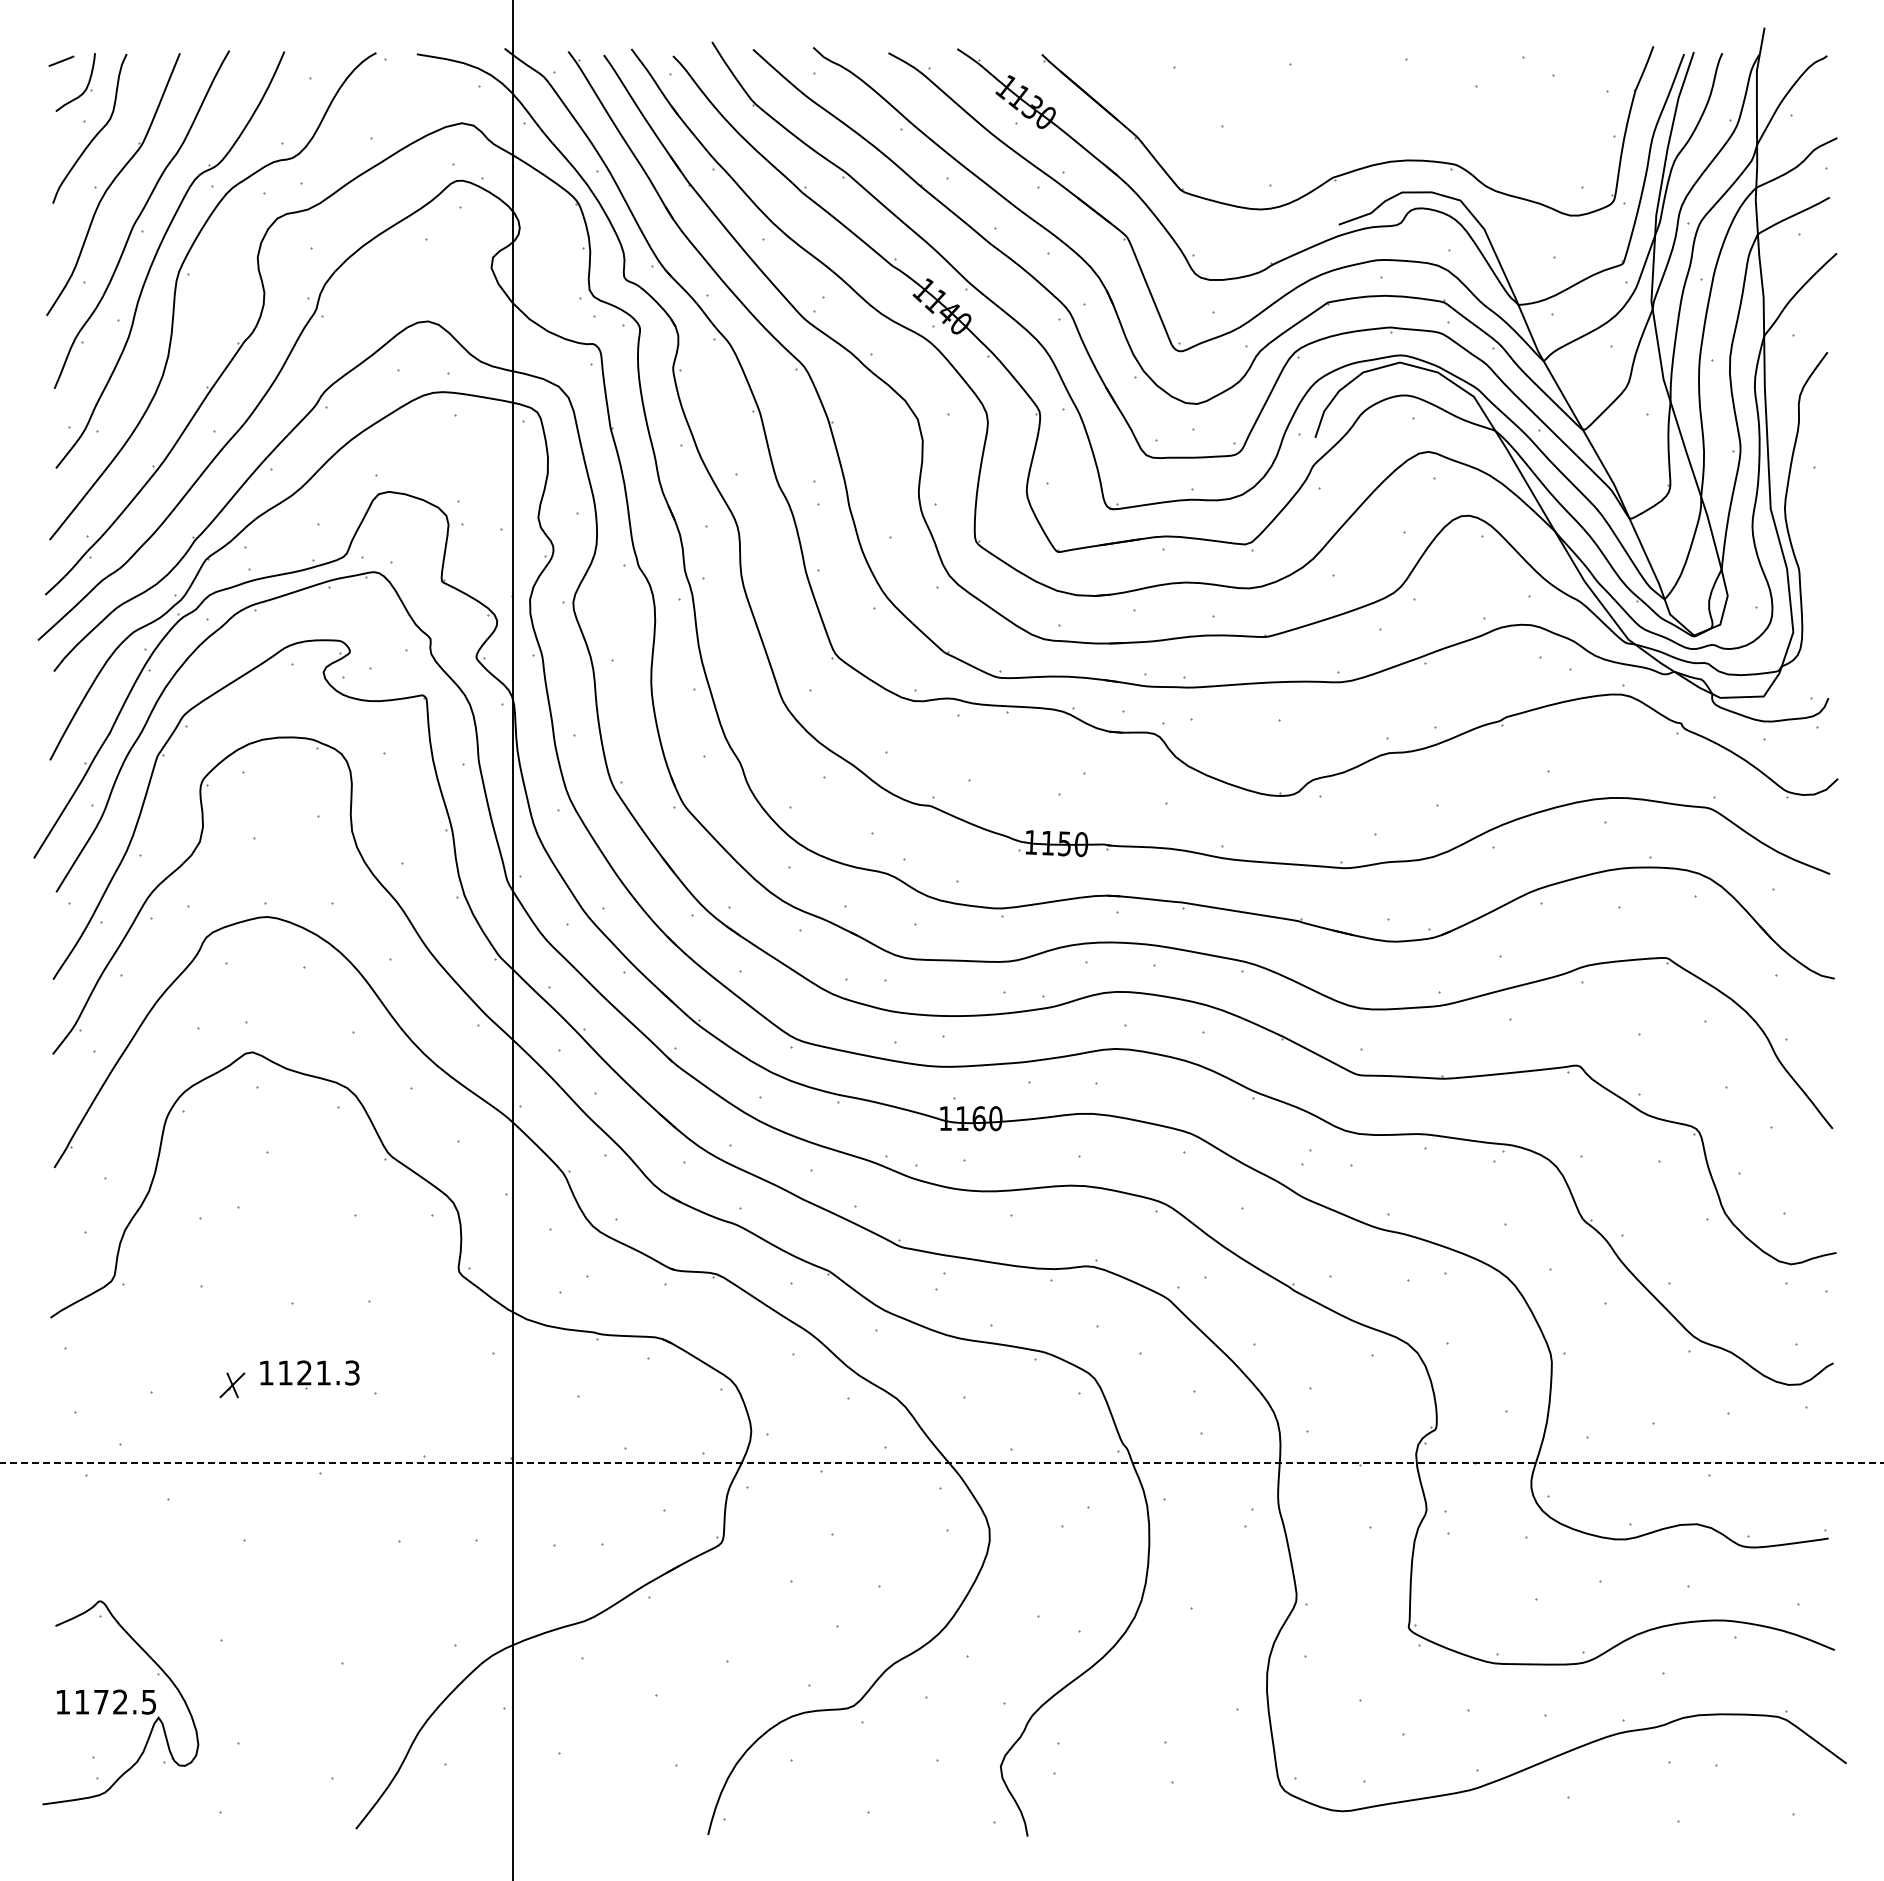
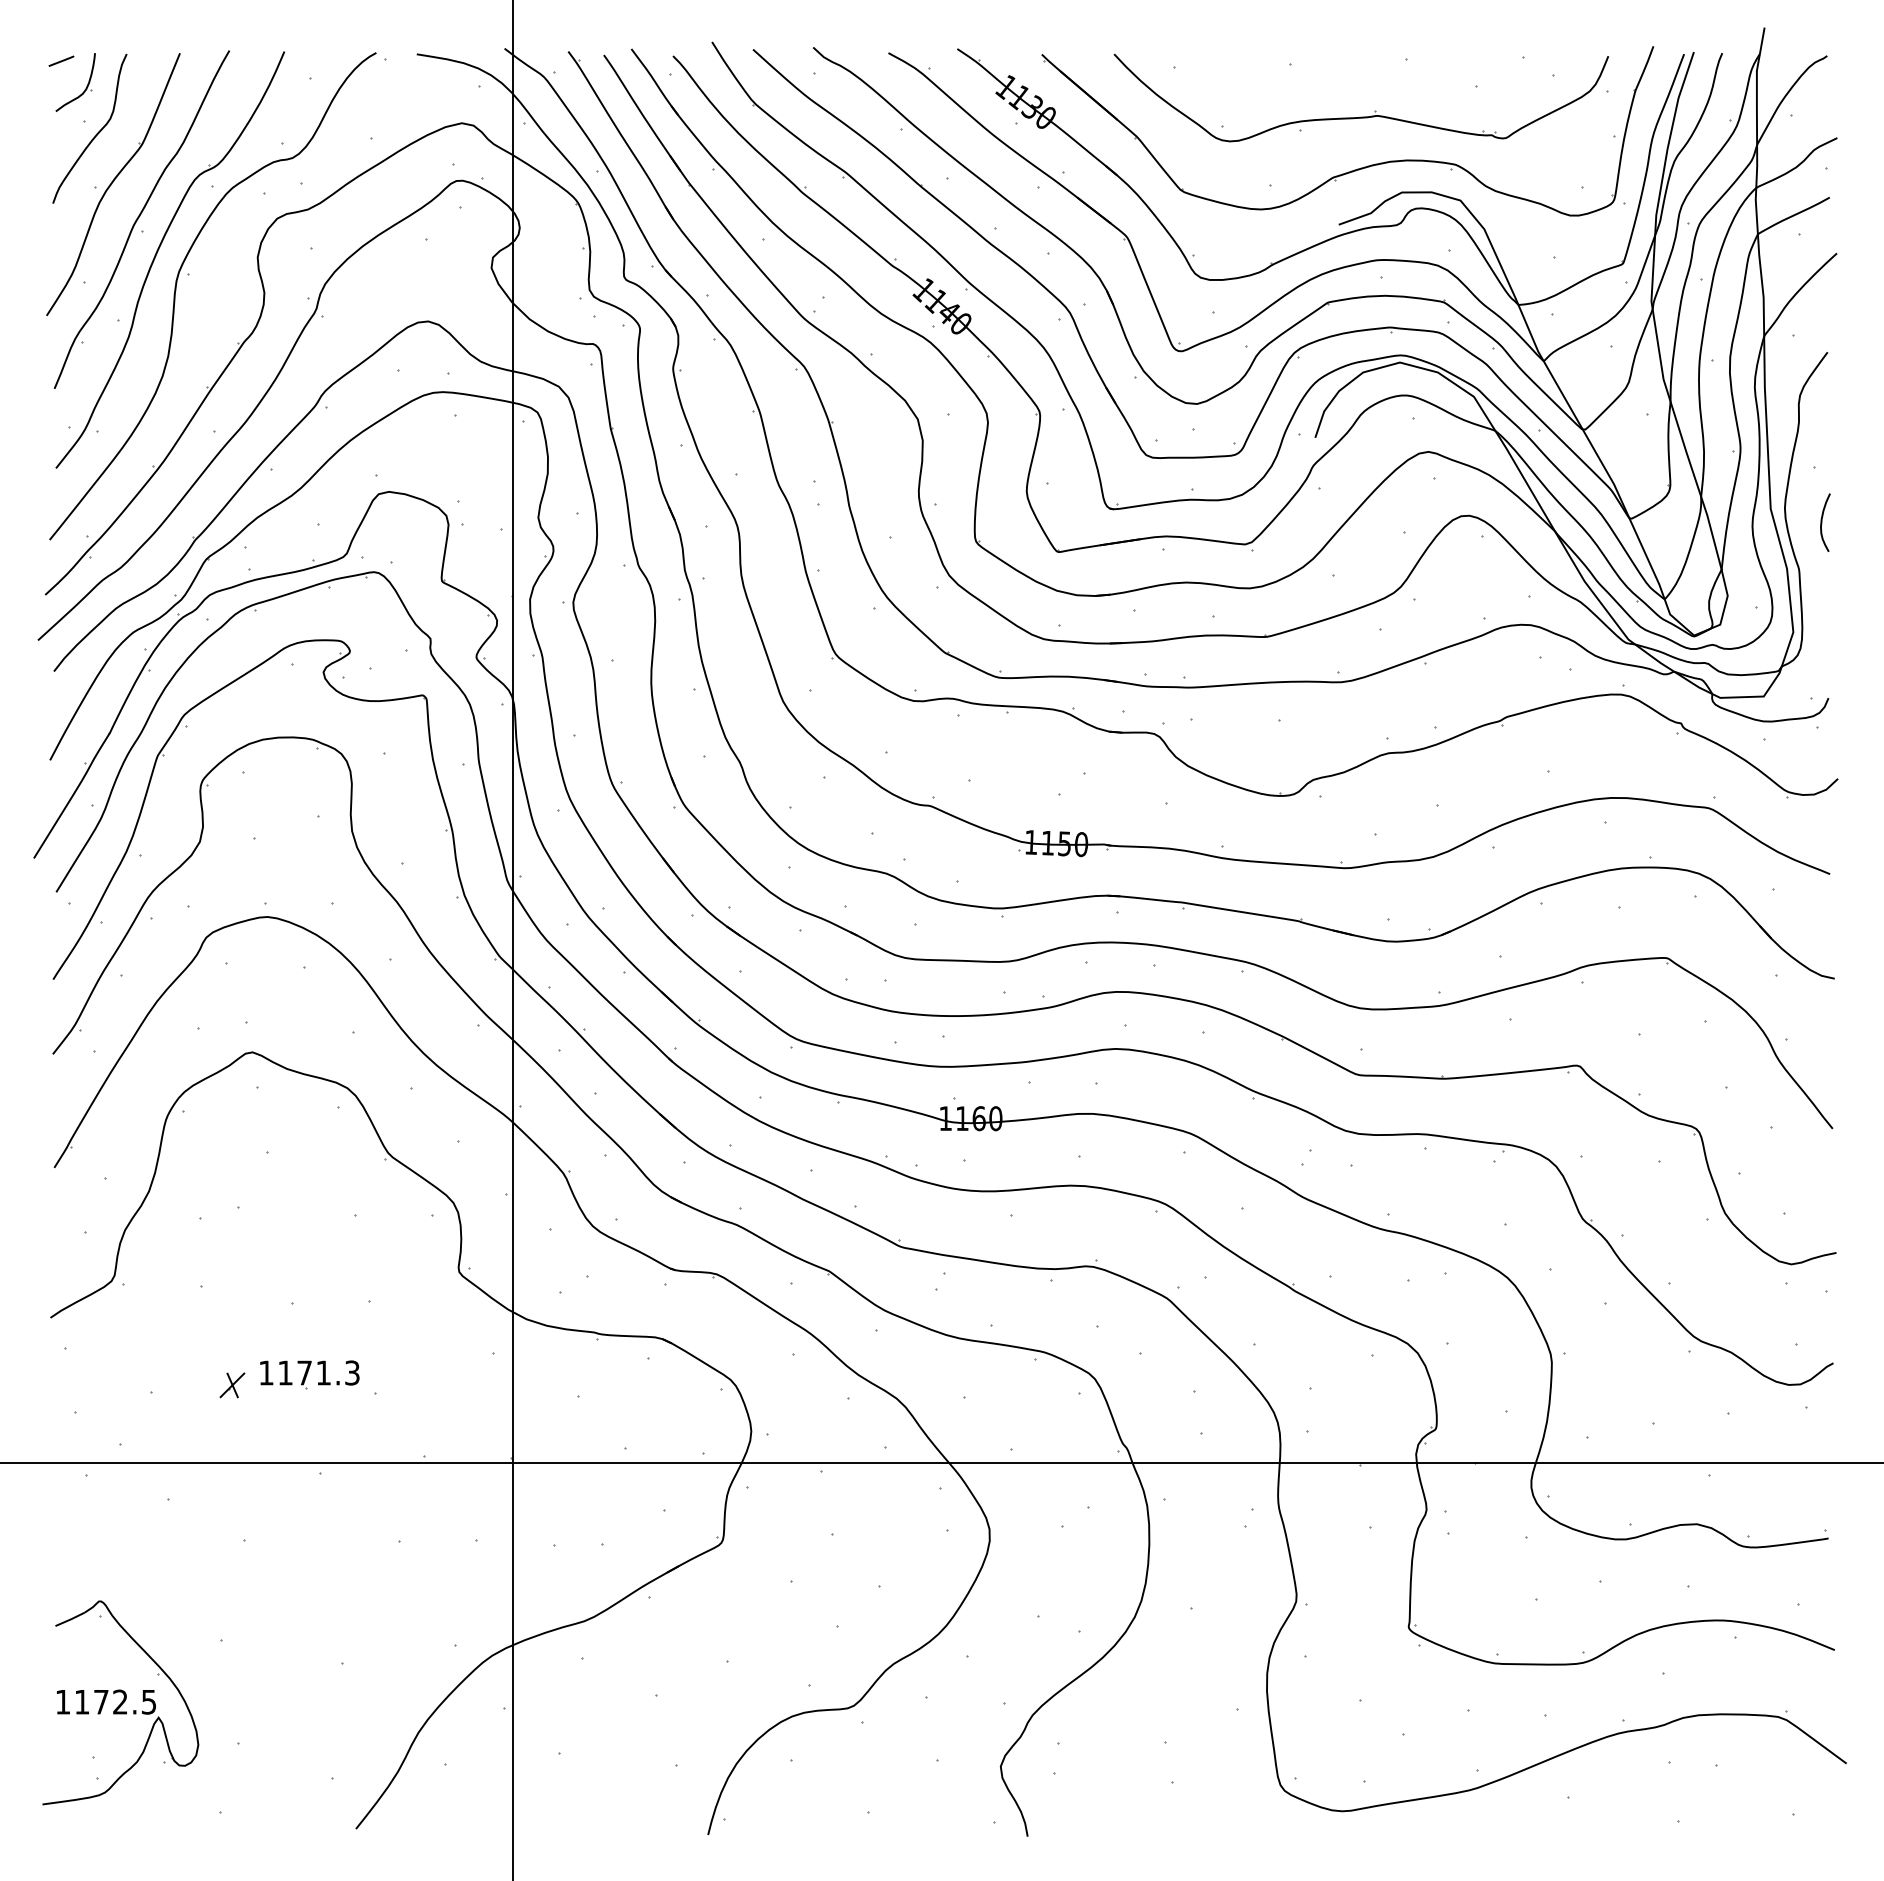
part at (1361, 116): none -> present
curve at (1822, 522): none -> present
text at (304, 1372): 1121.3 -> 1171.3
line at (942, 1462): dashed -> solid
